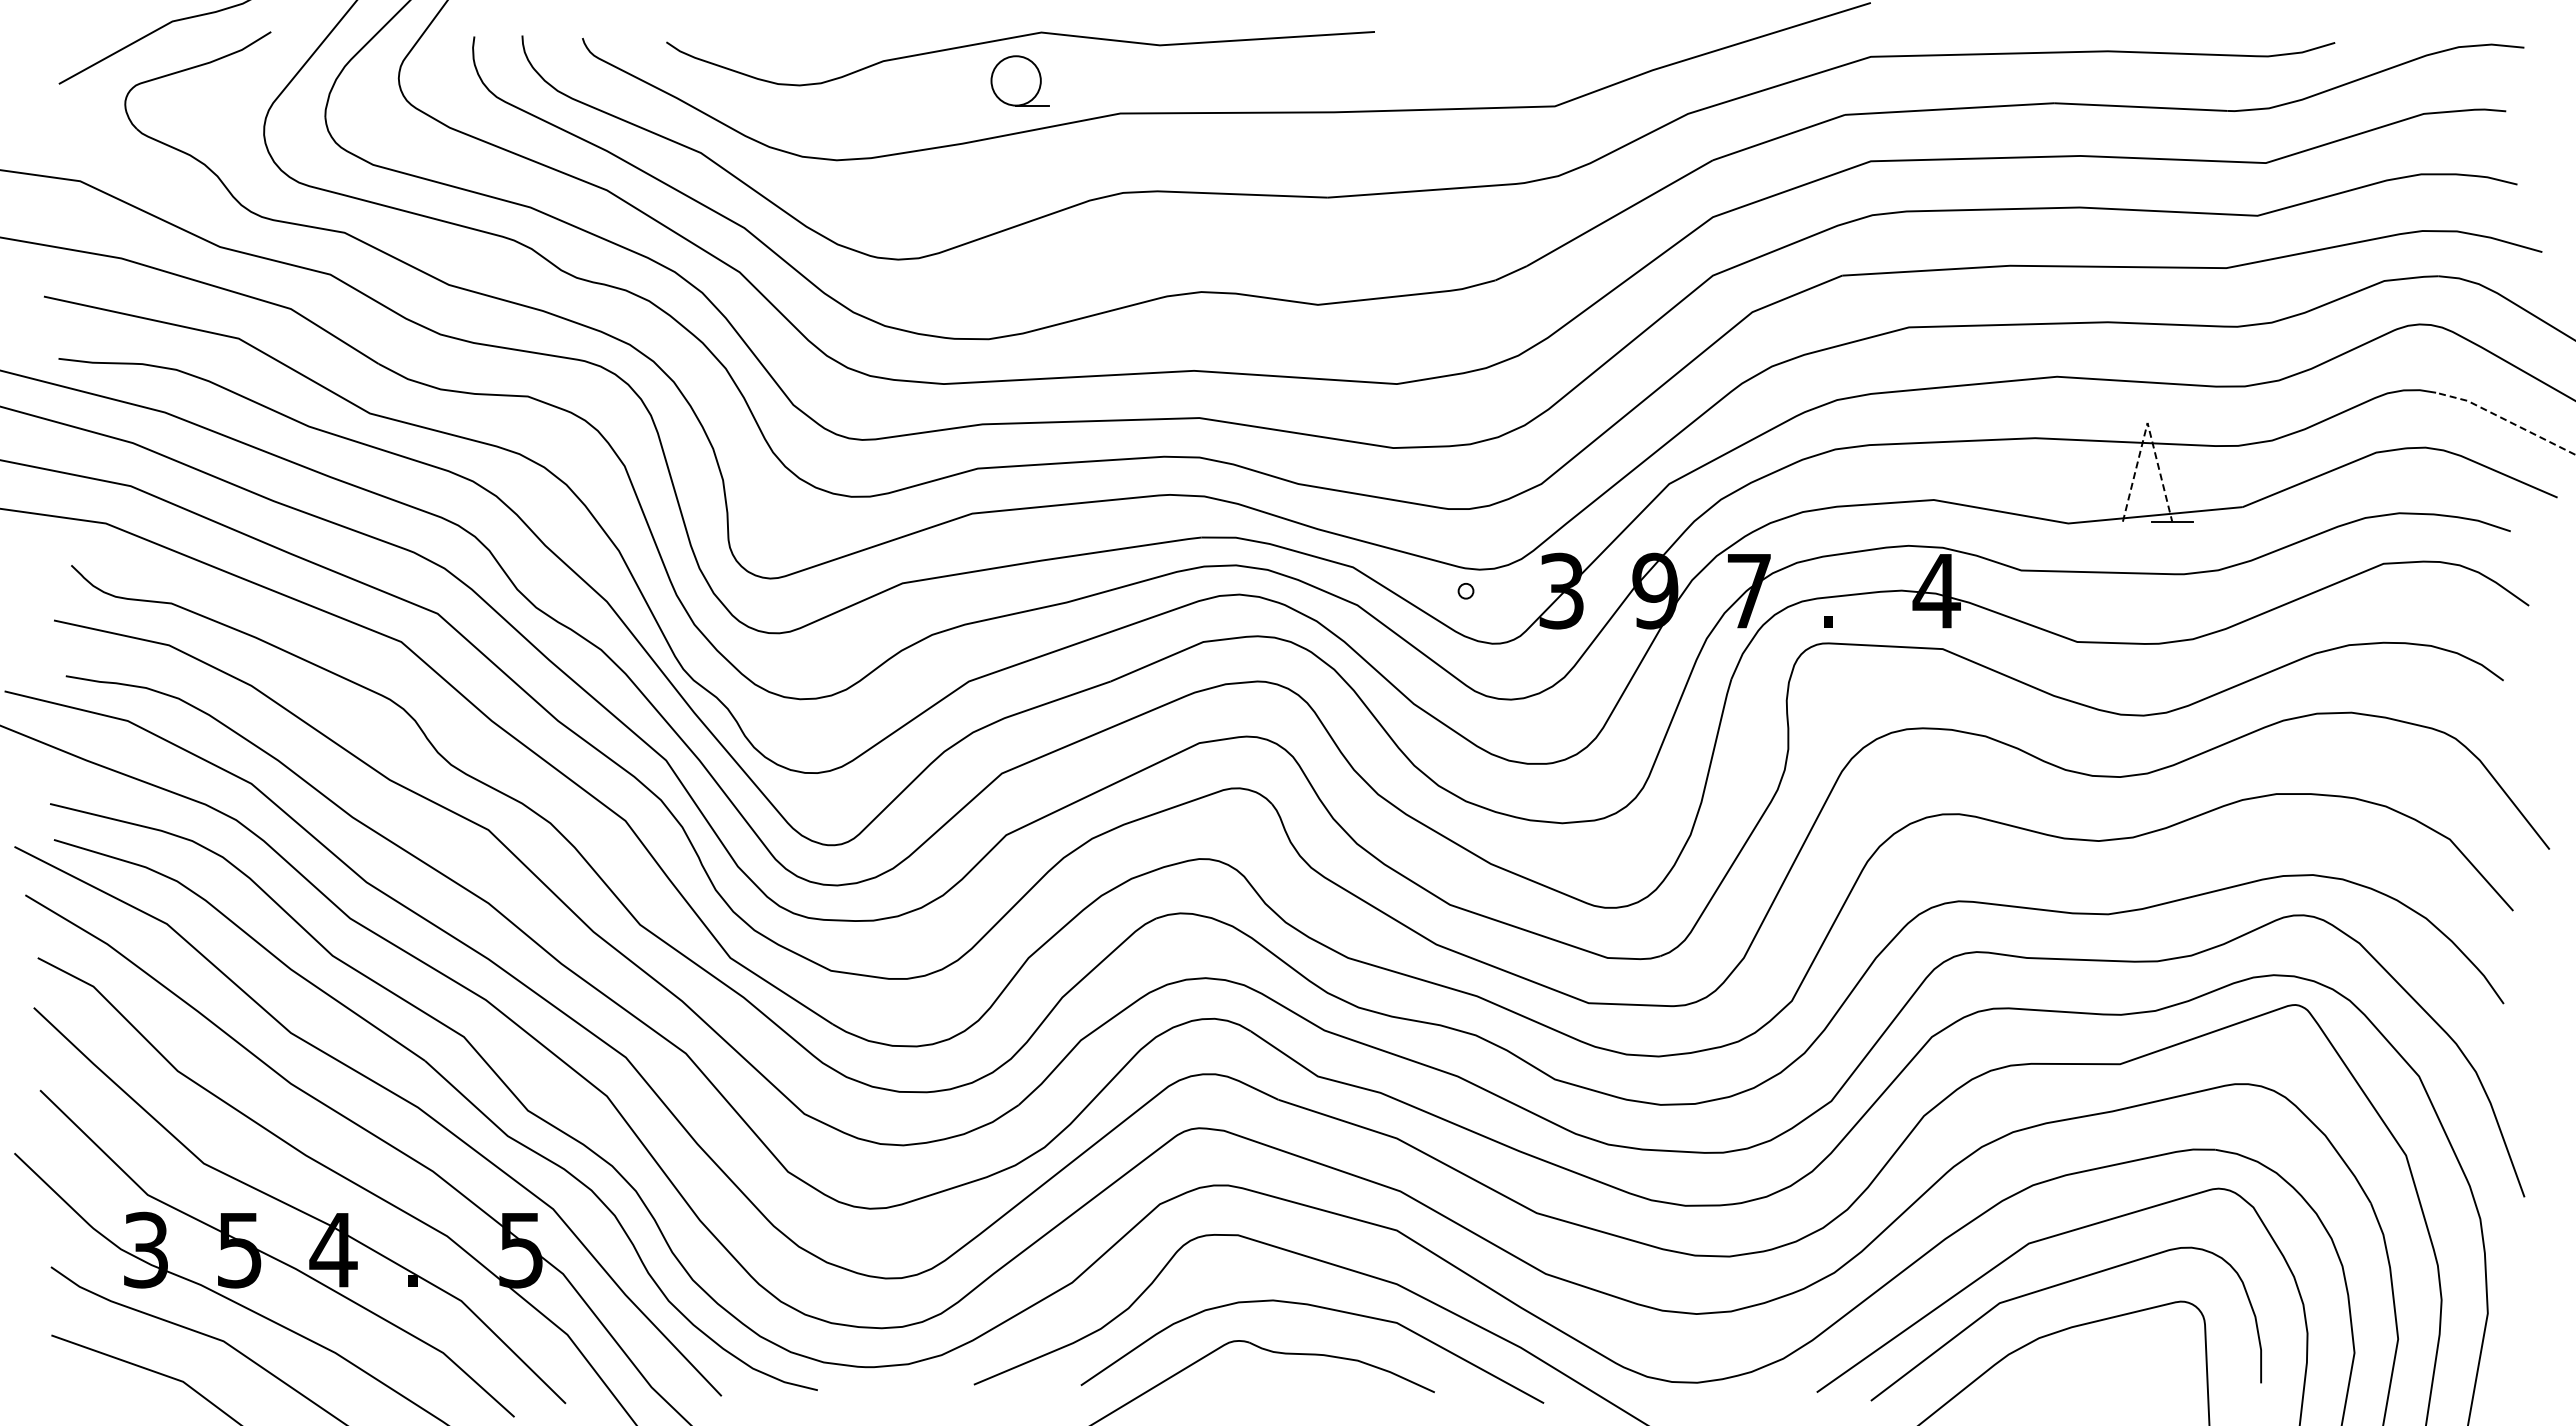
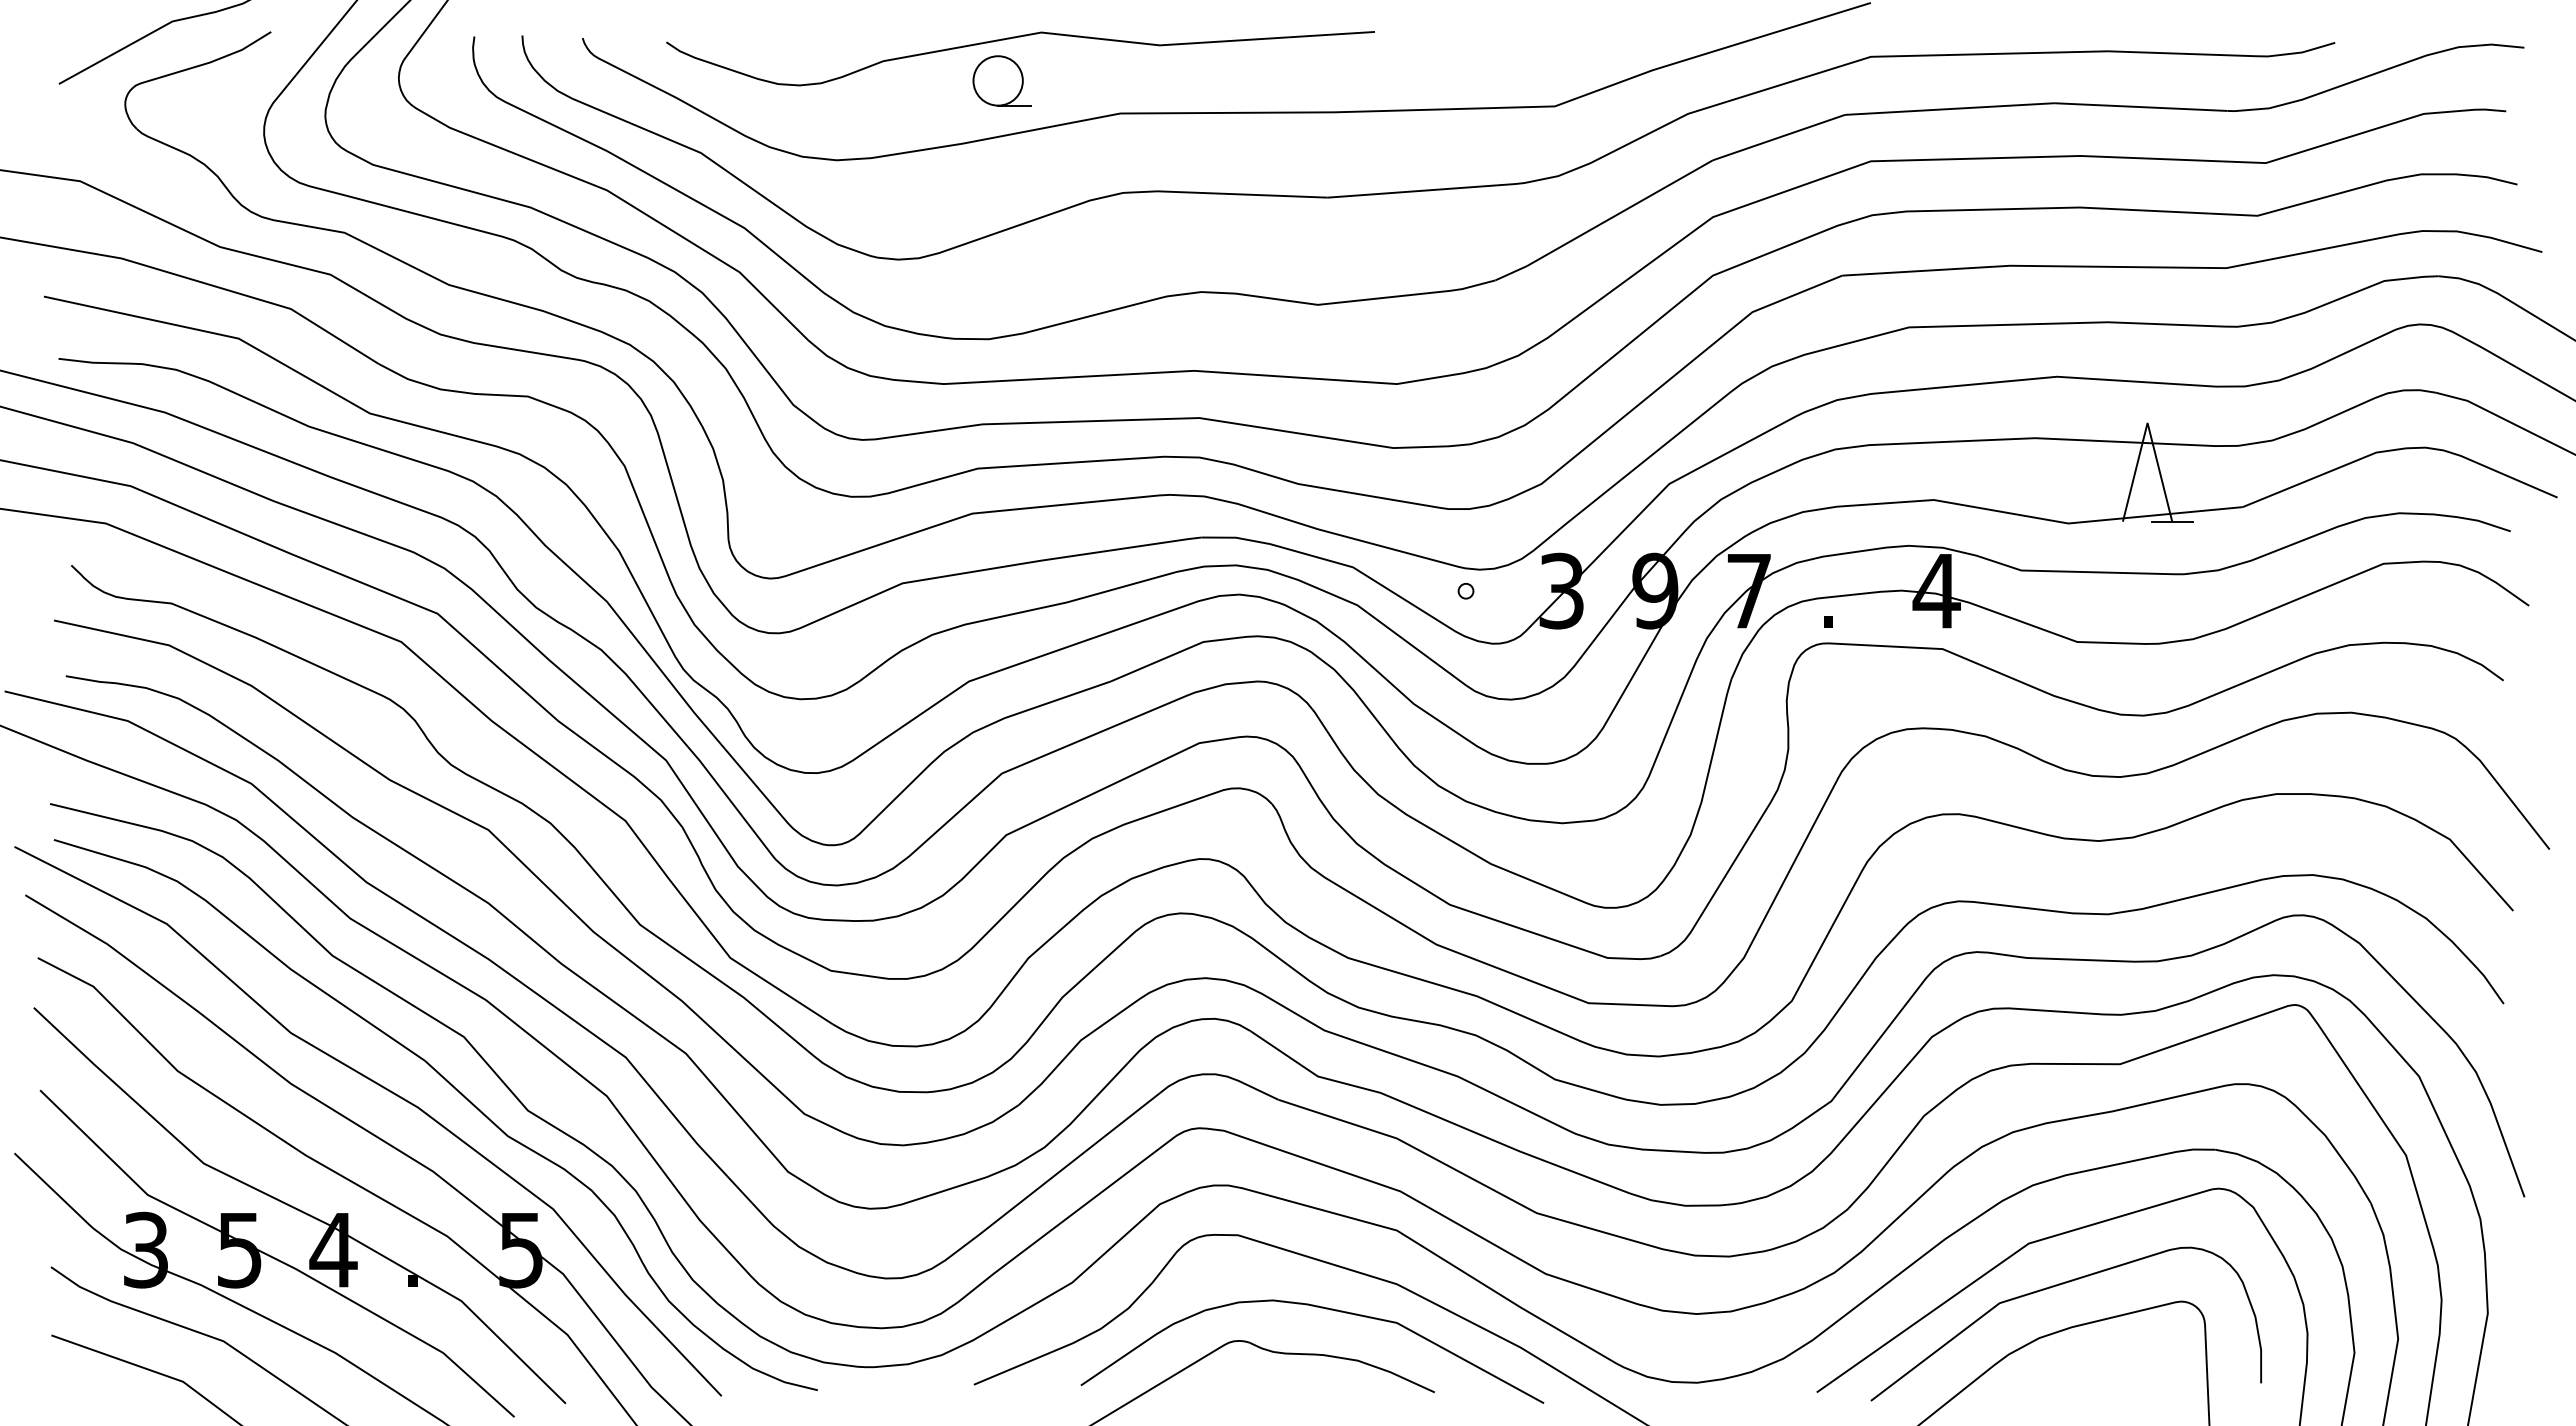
part at (1019, 80) position: (1019, 80) -> (1001, 80)
line at (2505, 420): dashed -> solid
line at (2147, 422): dashed -> solid
